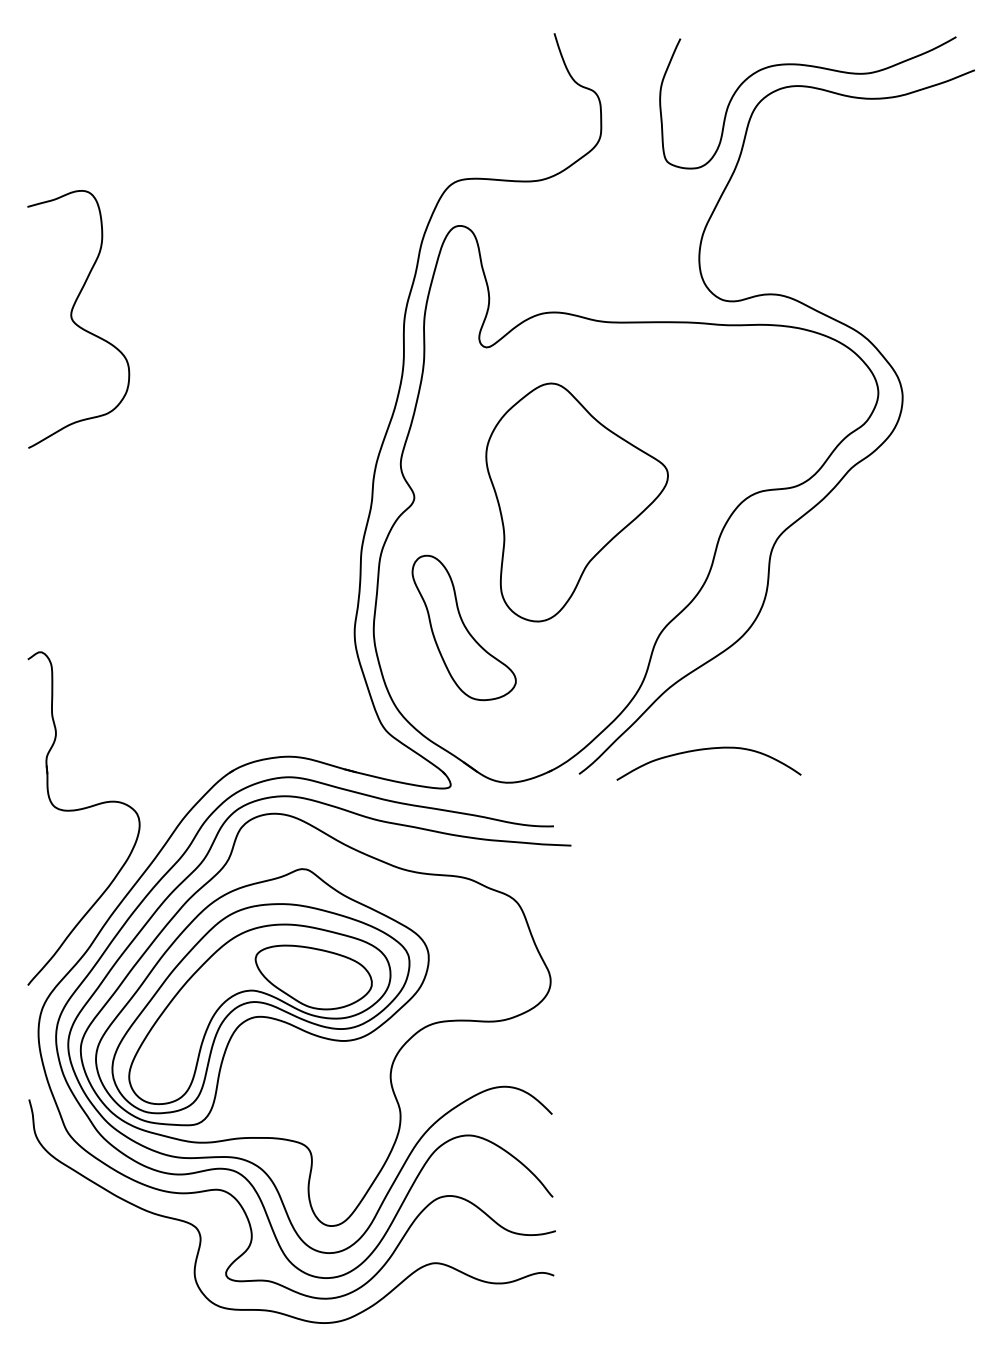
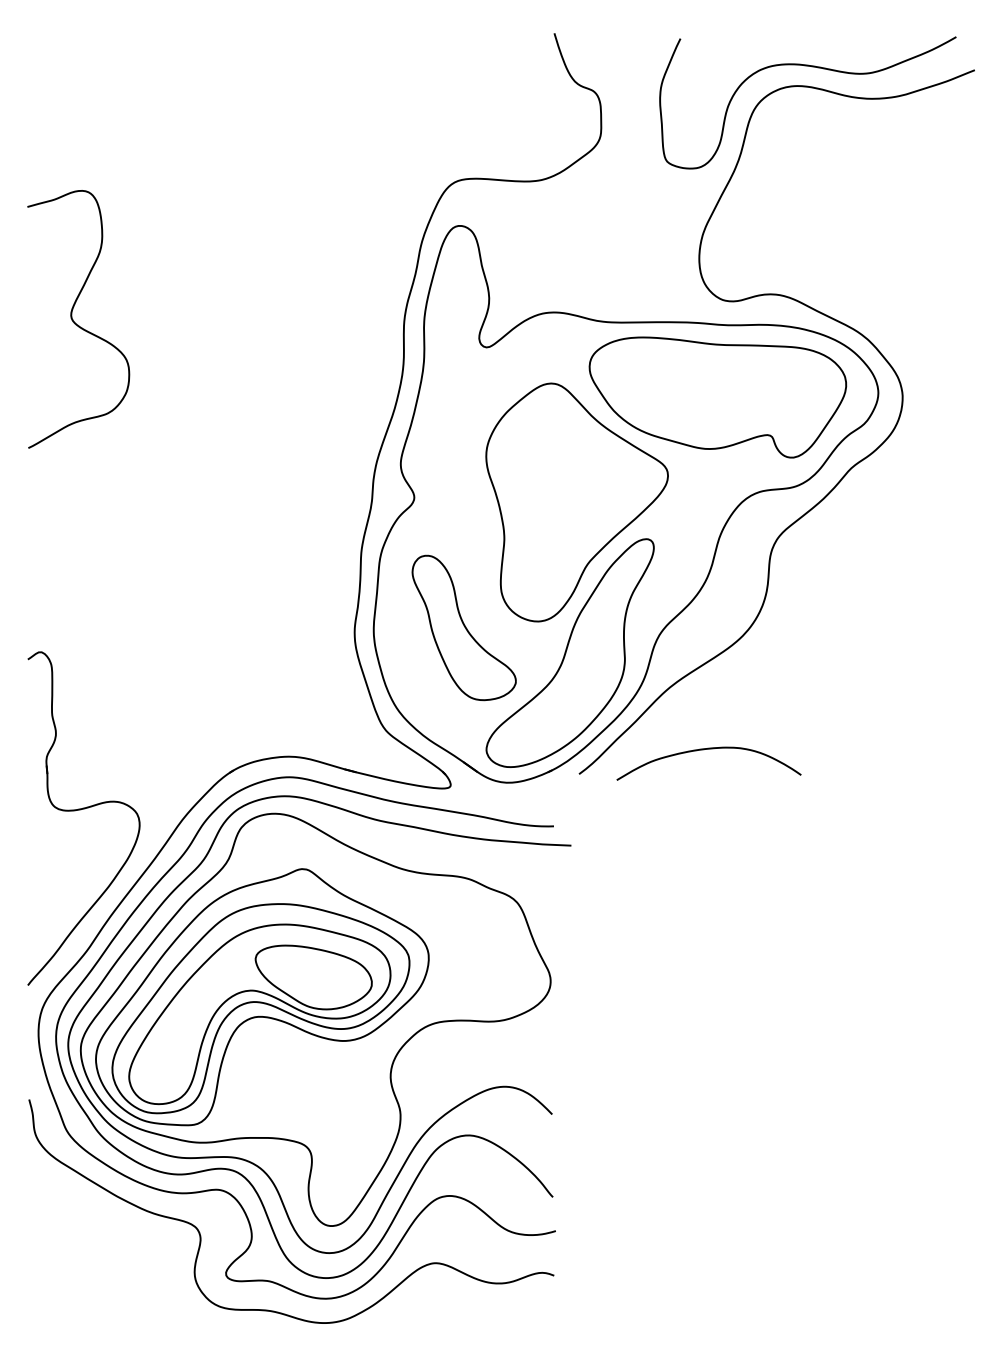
part at (717, 397): none -> present
part at (569, 652): none -> present
